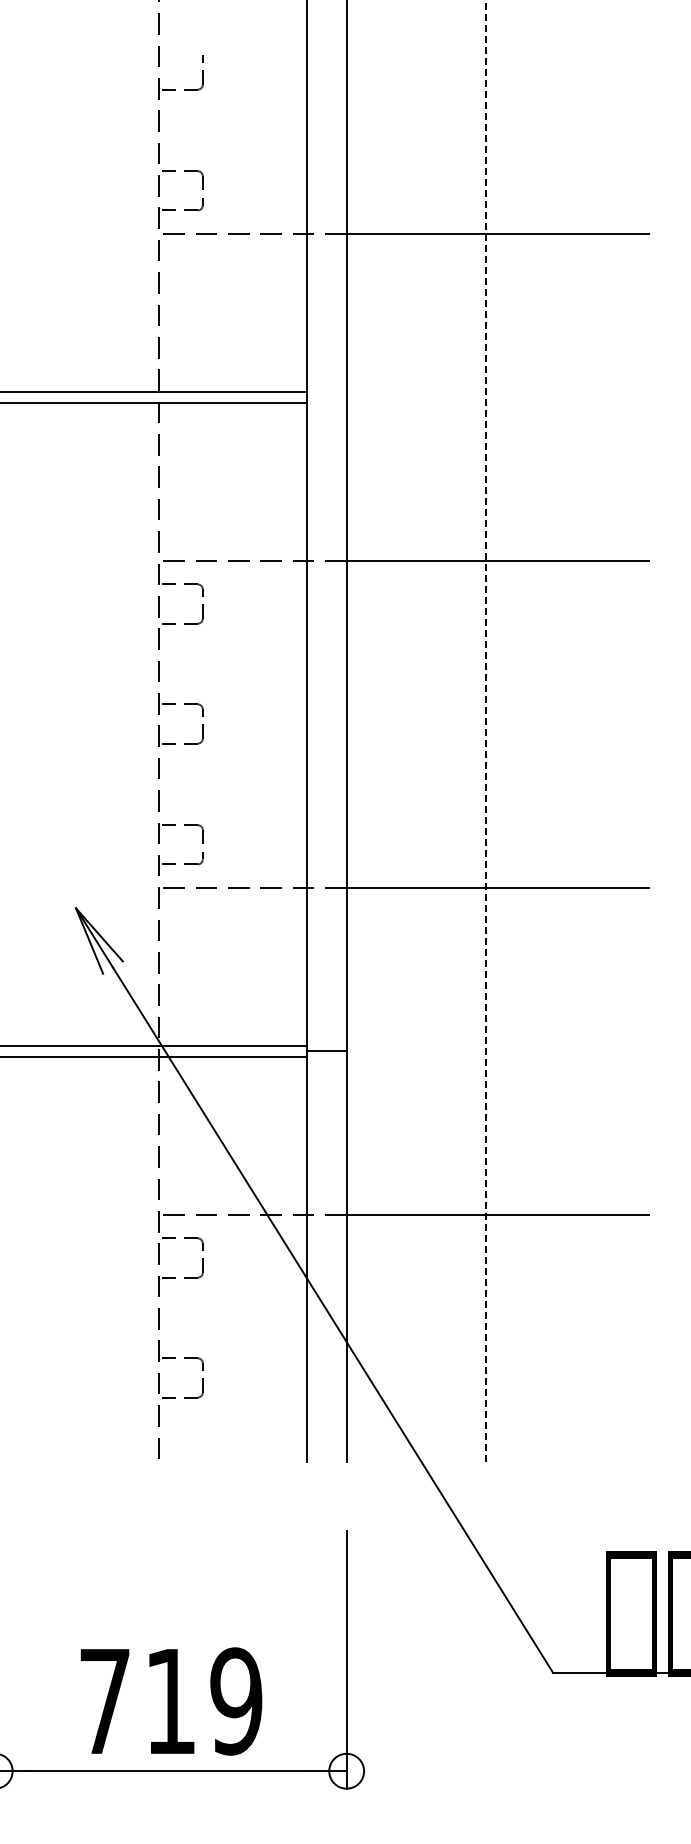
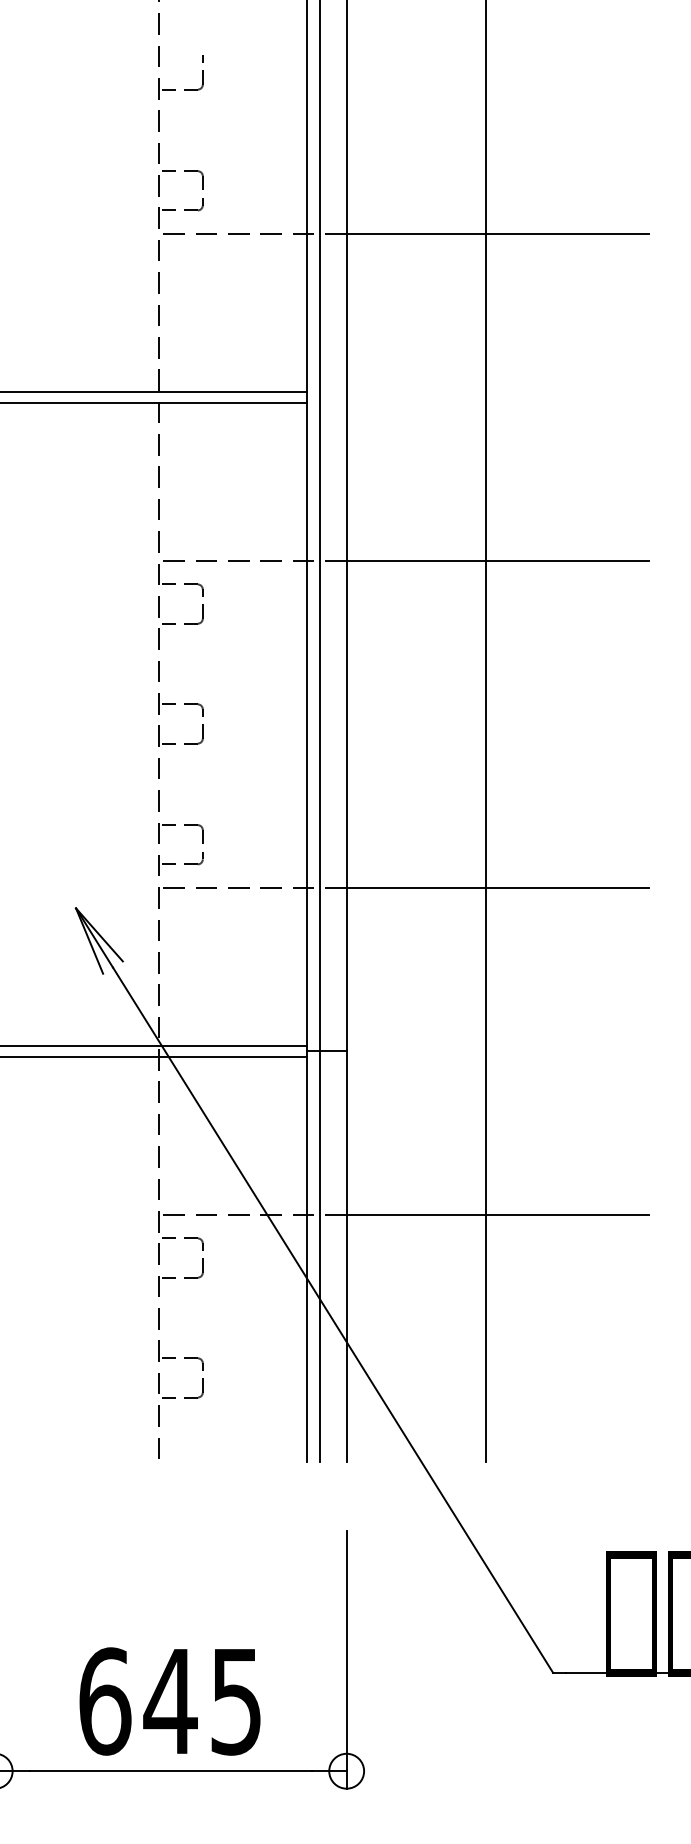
line at (485, 730): dashed -> solid
line at (319, 731): none -> present
text at (170, 1701): 719 -> 645
